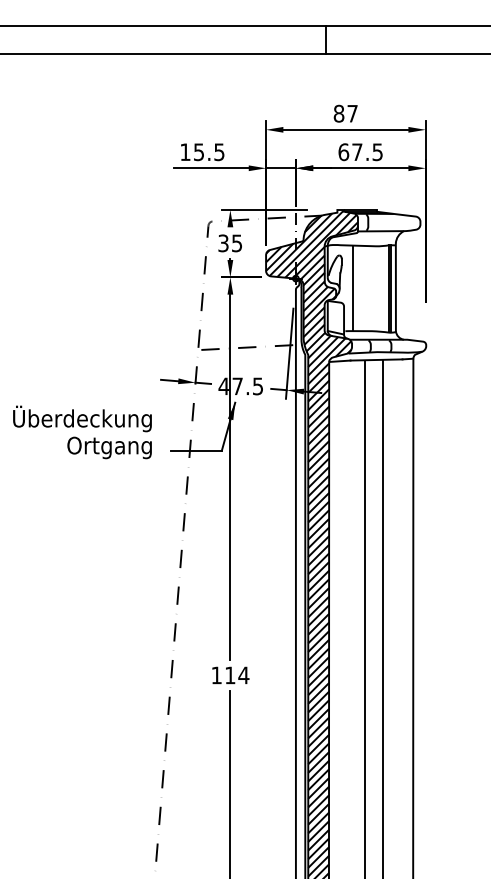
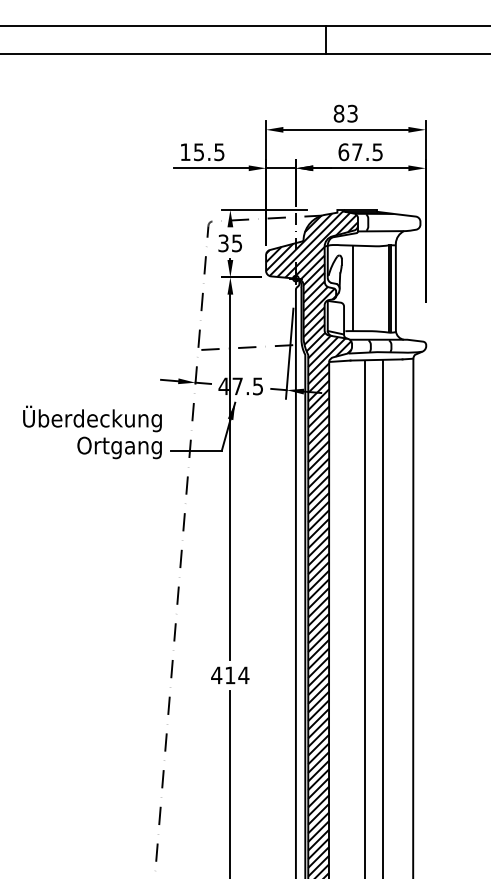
text at (352, 113): 87 -> 83
text at (82, 432) position: (82, 432) -> (92, 432)
text at (216, 675): 114 -> 414
